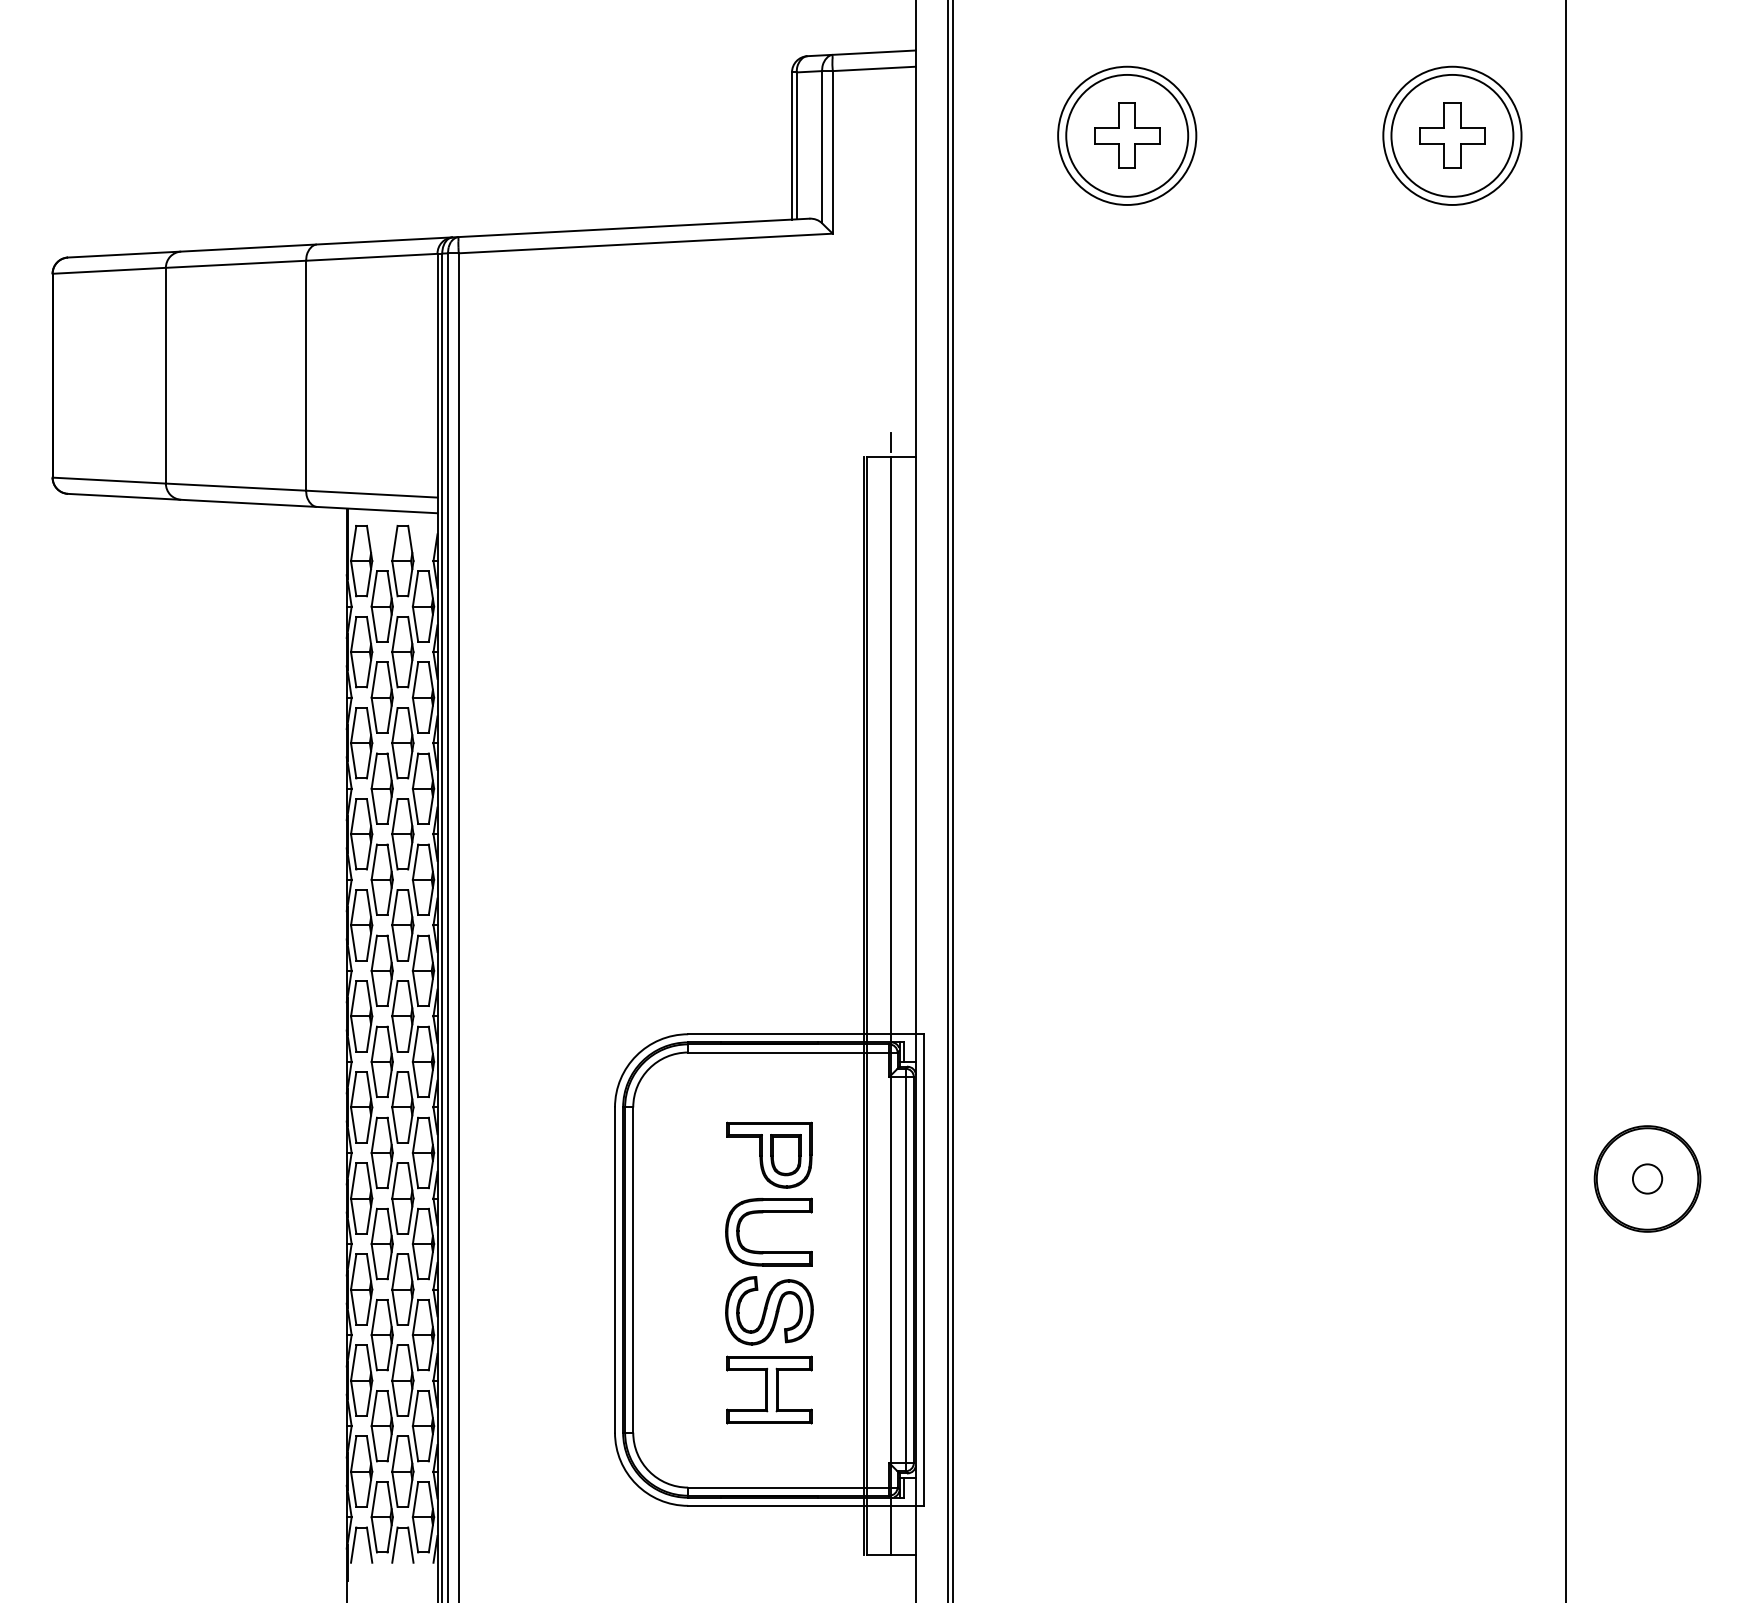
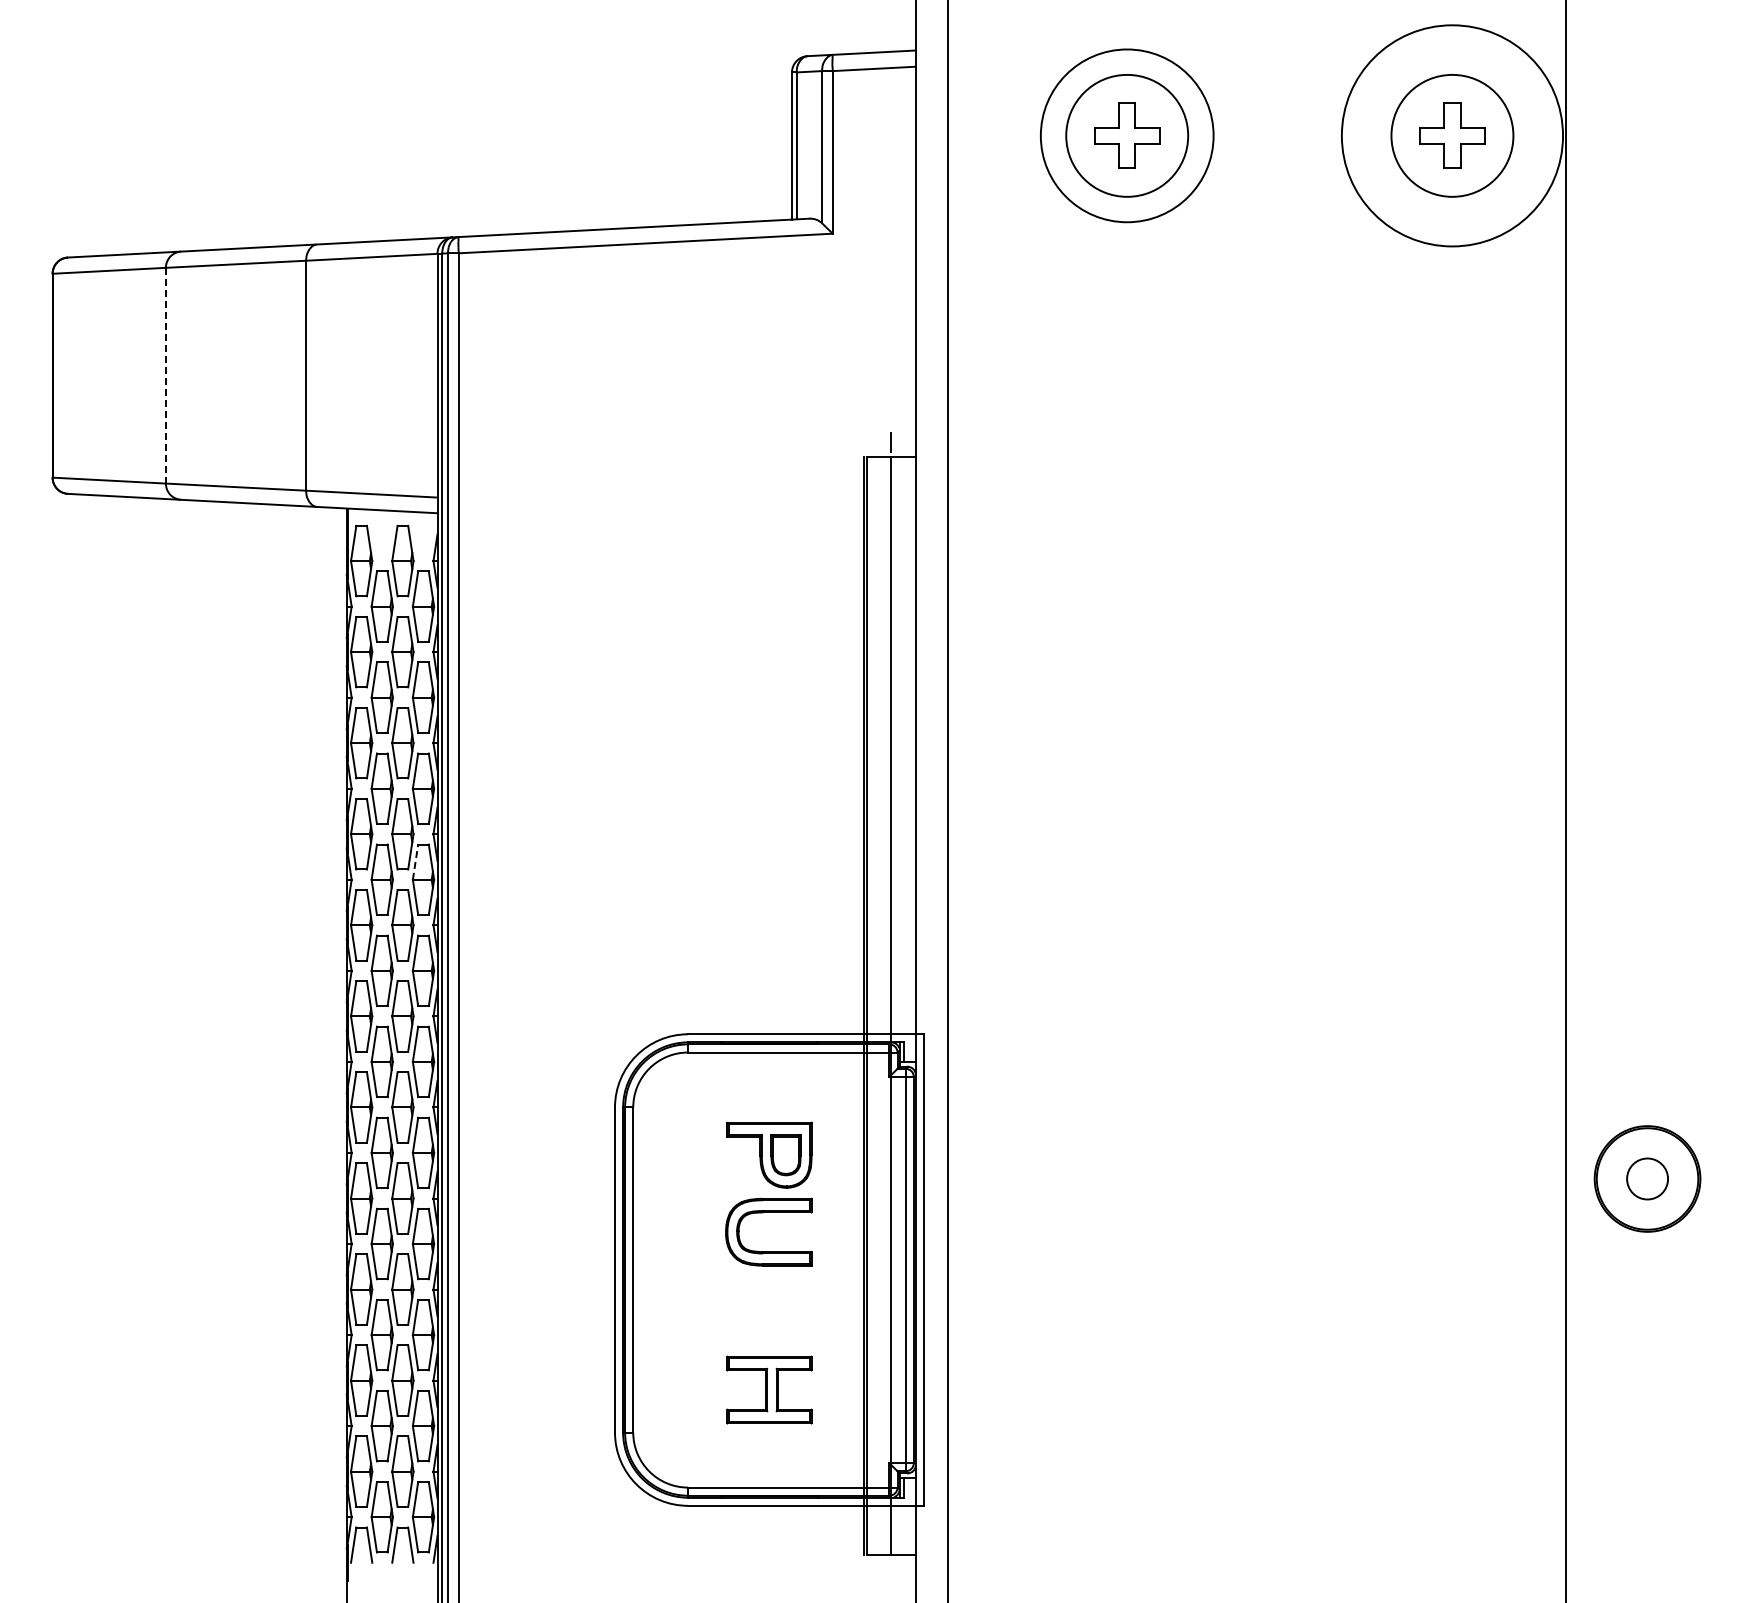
circle at (1127, 135) diameter: 138 px -> 173 px
circle at (1452, 135) diameter: 138 px -> 221 px
line at (165, 375): solid -> dashed
line at (953, 800): present -> none
line at (415, 862): solid -> dashed
circle at (1647, 1178) diameter: 29 px -> 41 px
part at (769, 1310): present -> none
